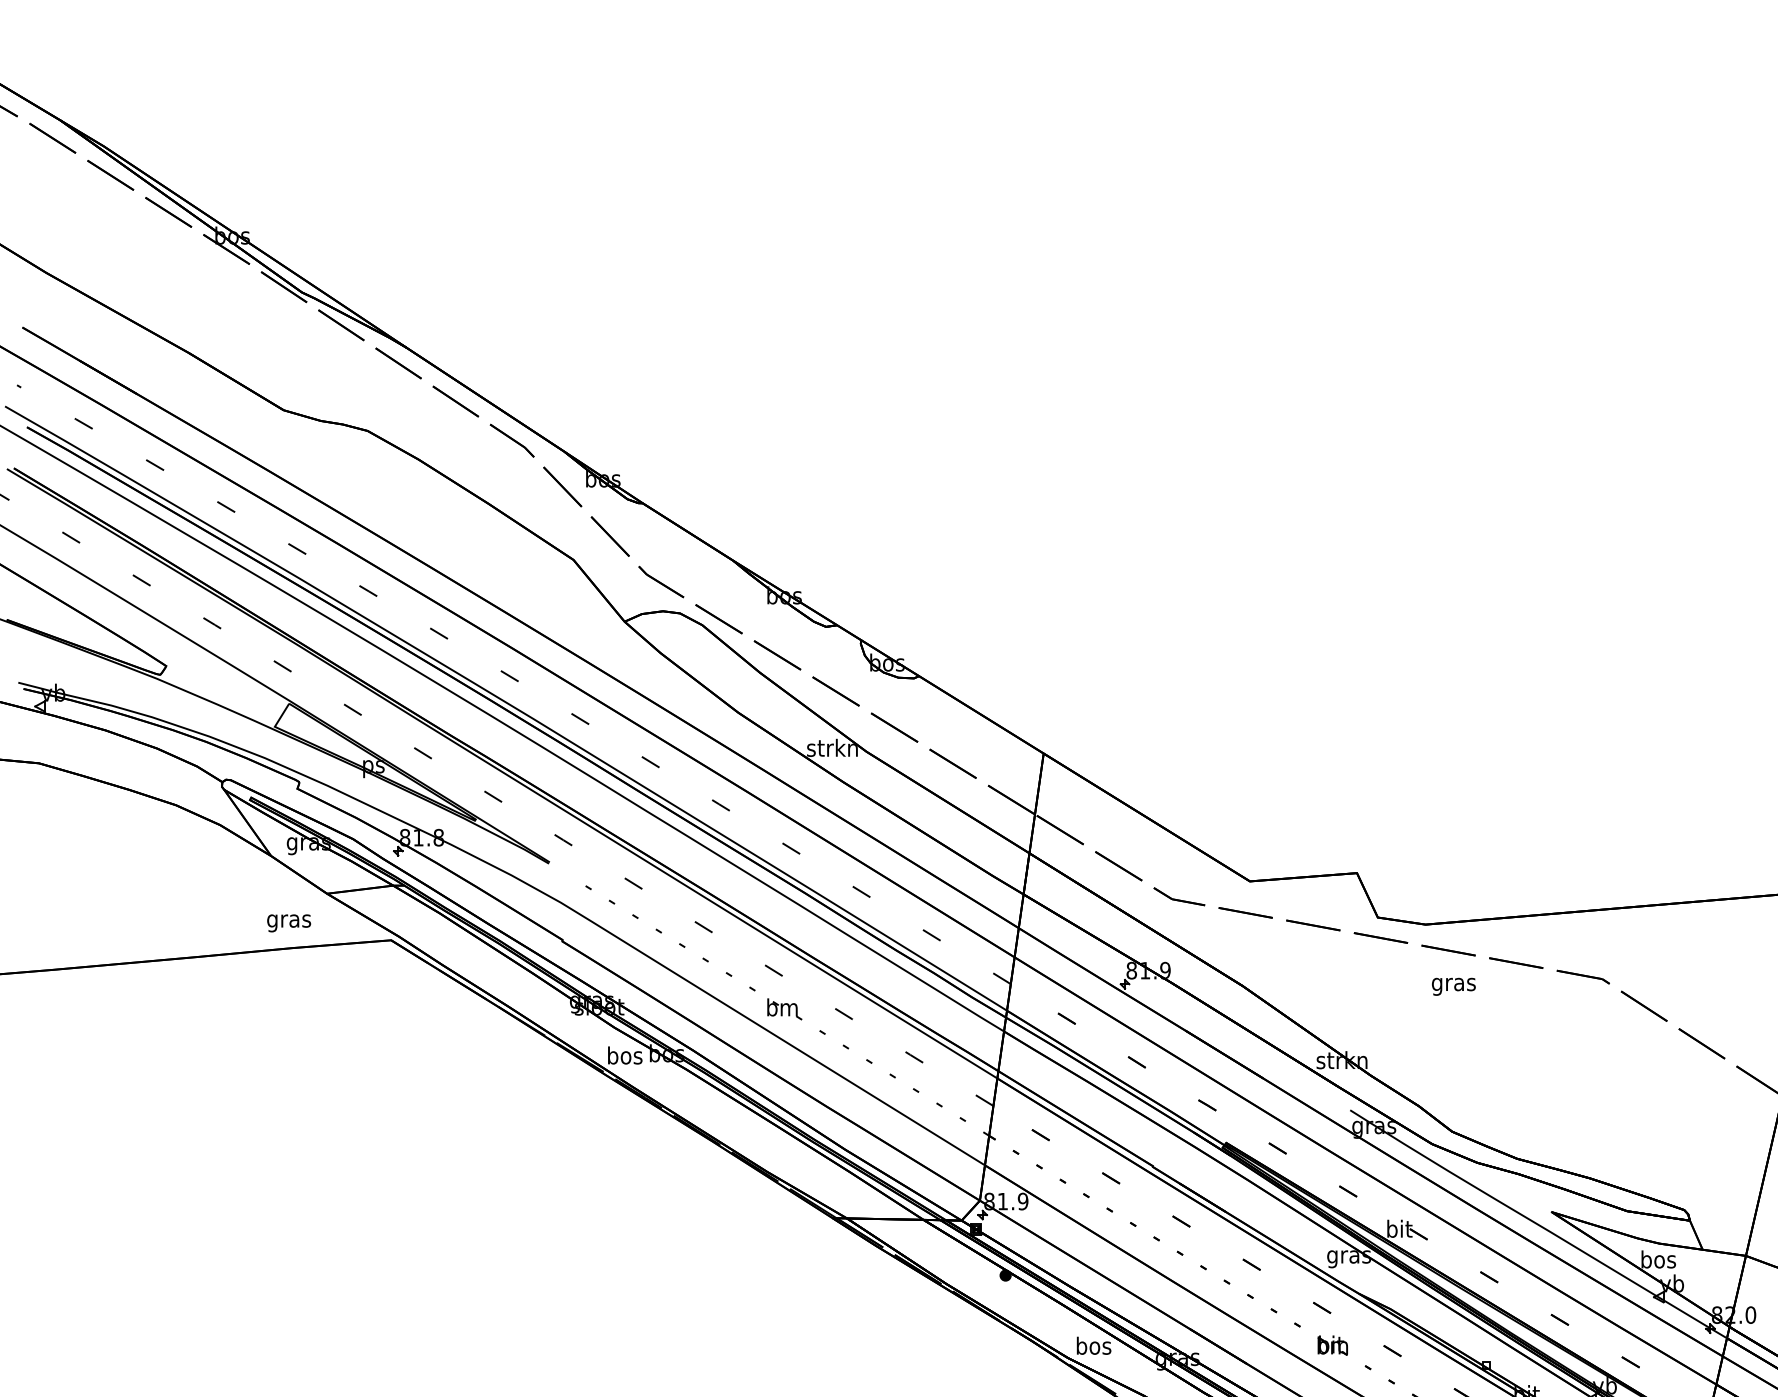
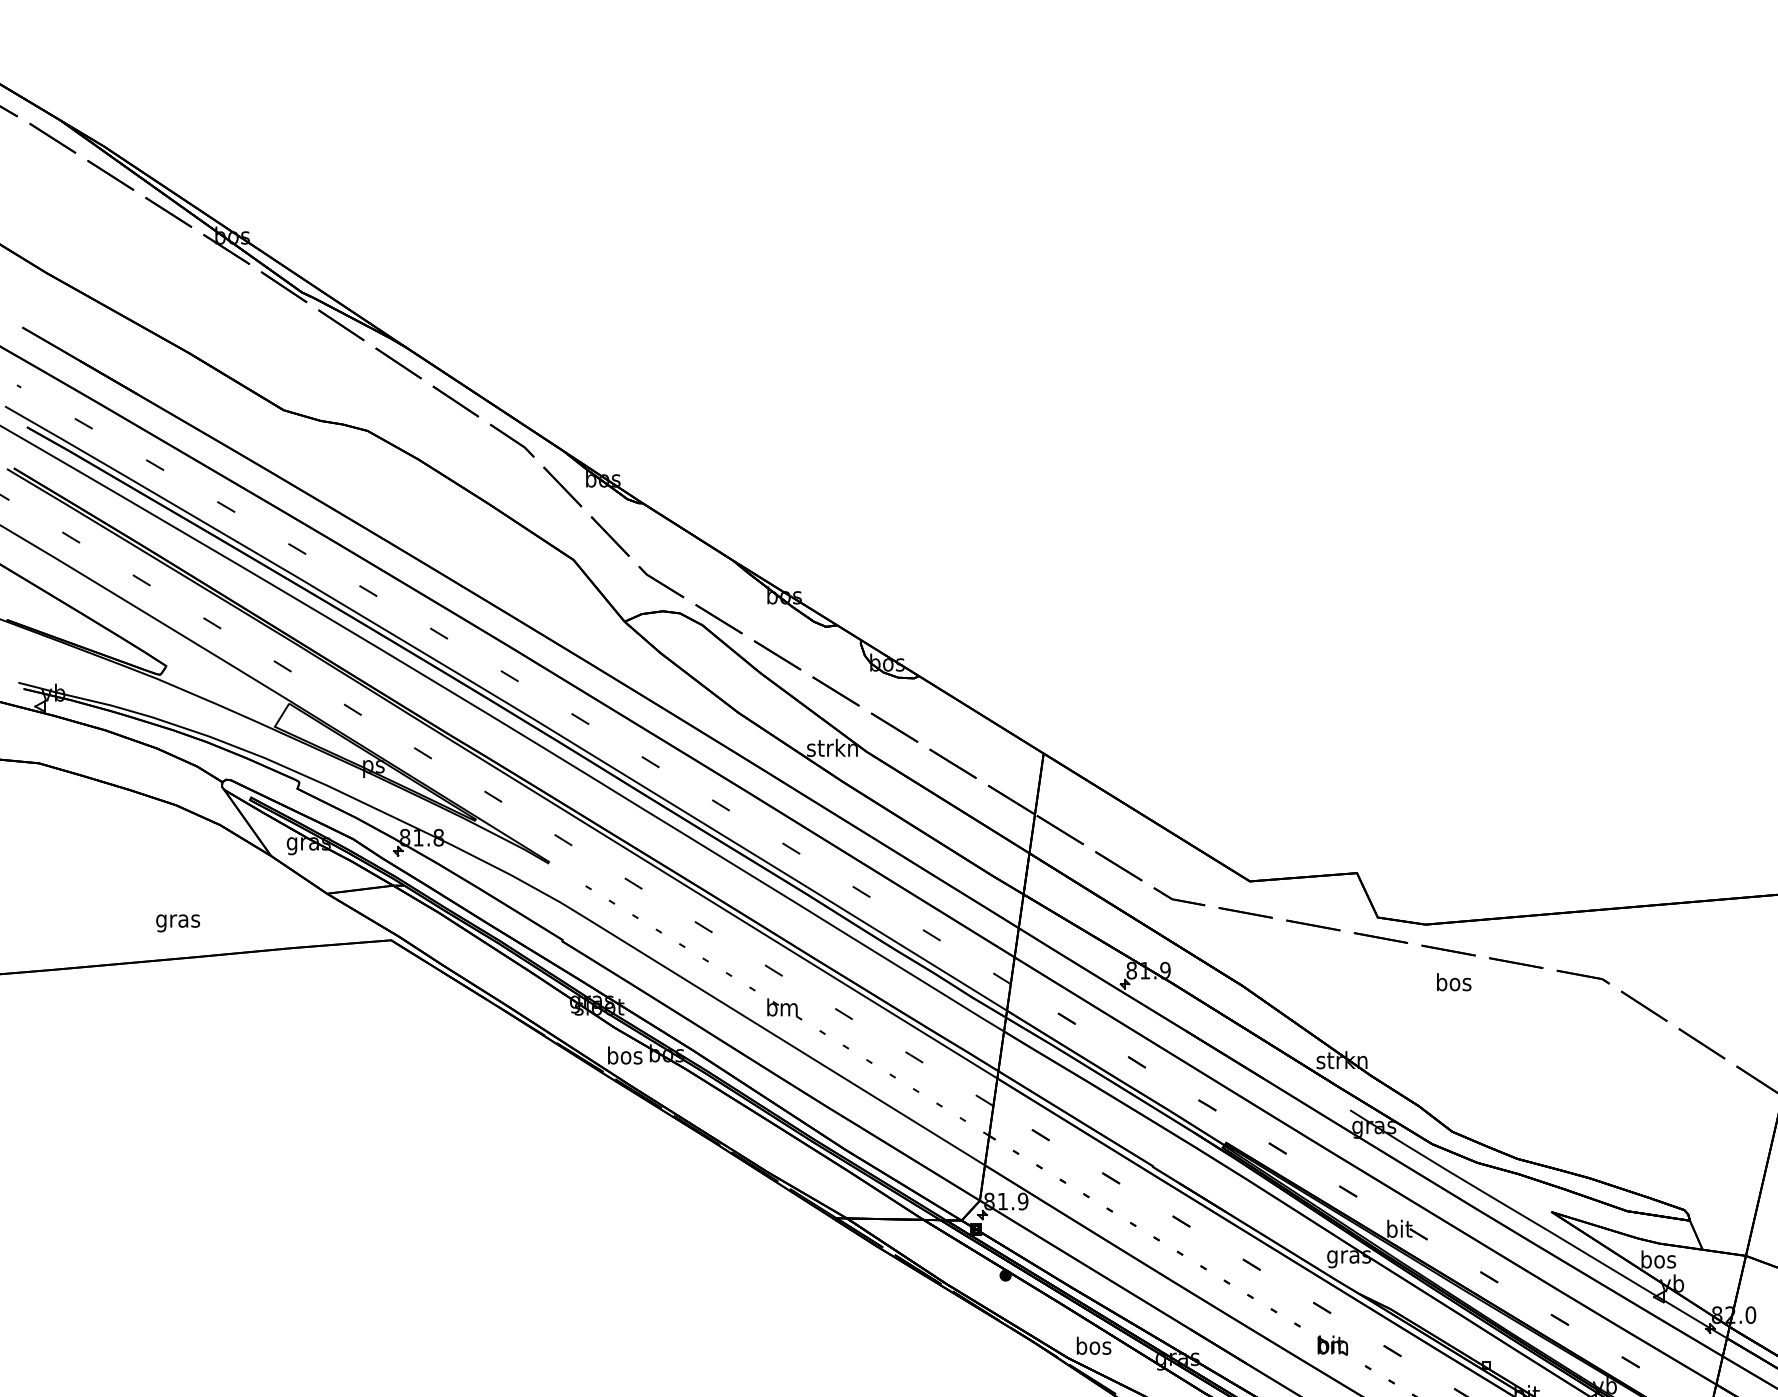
text at (289, 923) position: (289, 923) -> (178, 923)
text at (1453, 984): gras -> bos
